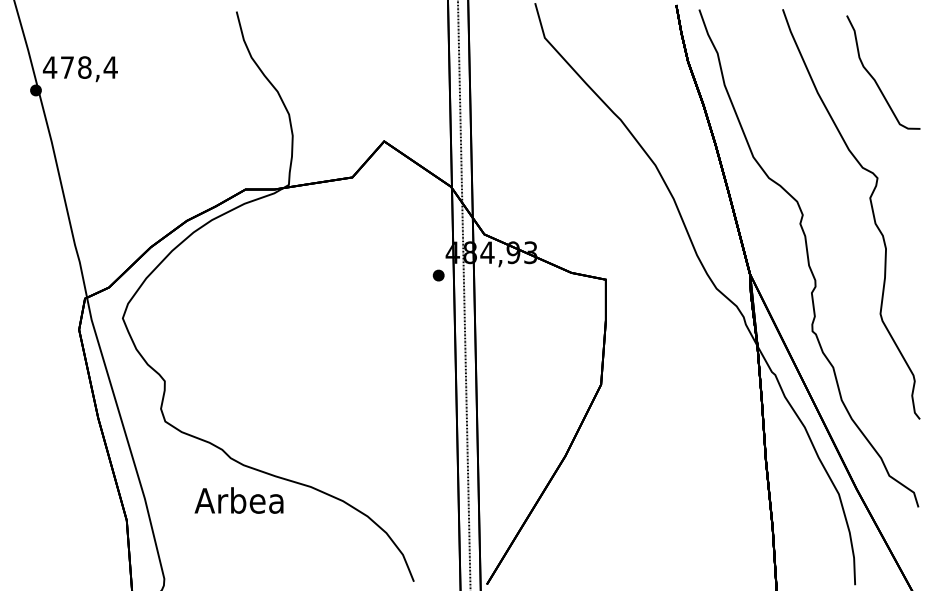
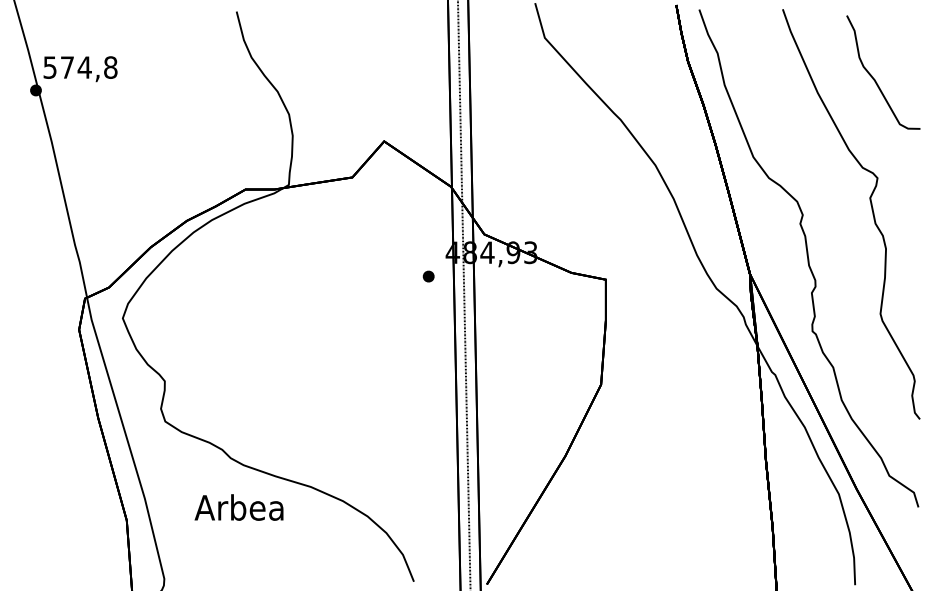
text at (79, 67): 478,4 -> 574,8
part at (438, 275) position: (438, 275) -> (428, 276)
text at (238, 500) position: (238, 500) -> (238, 507)
